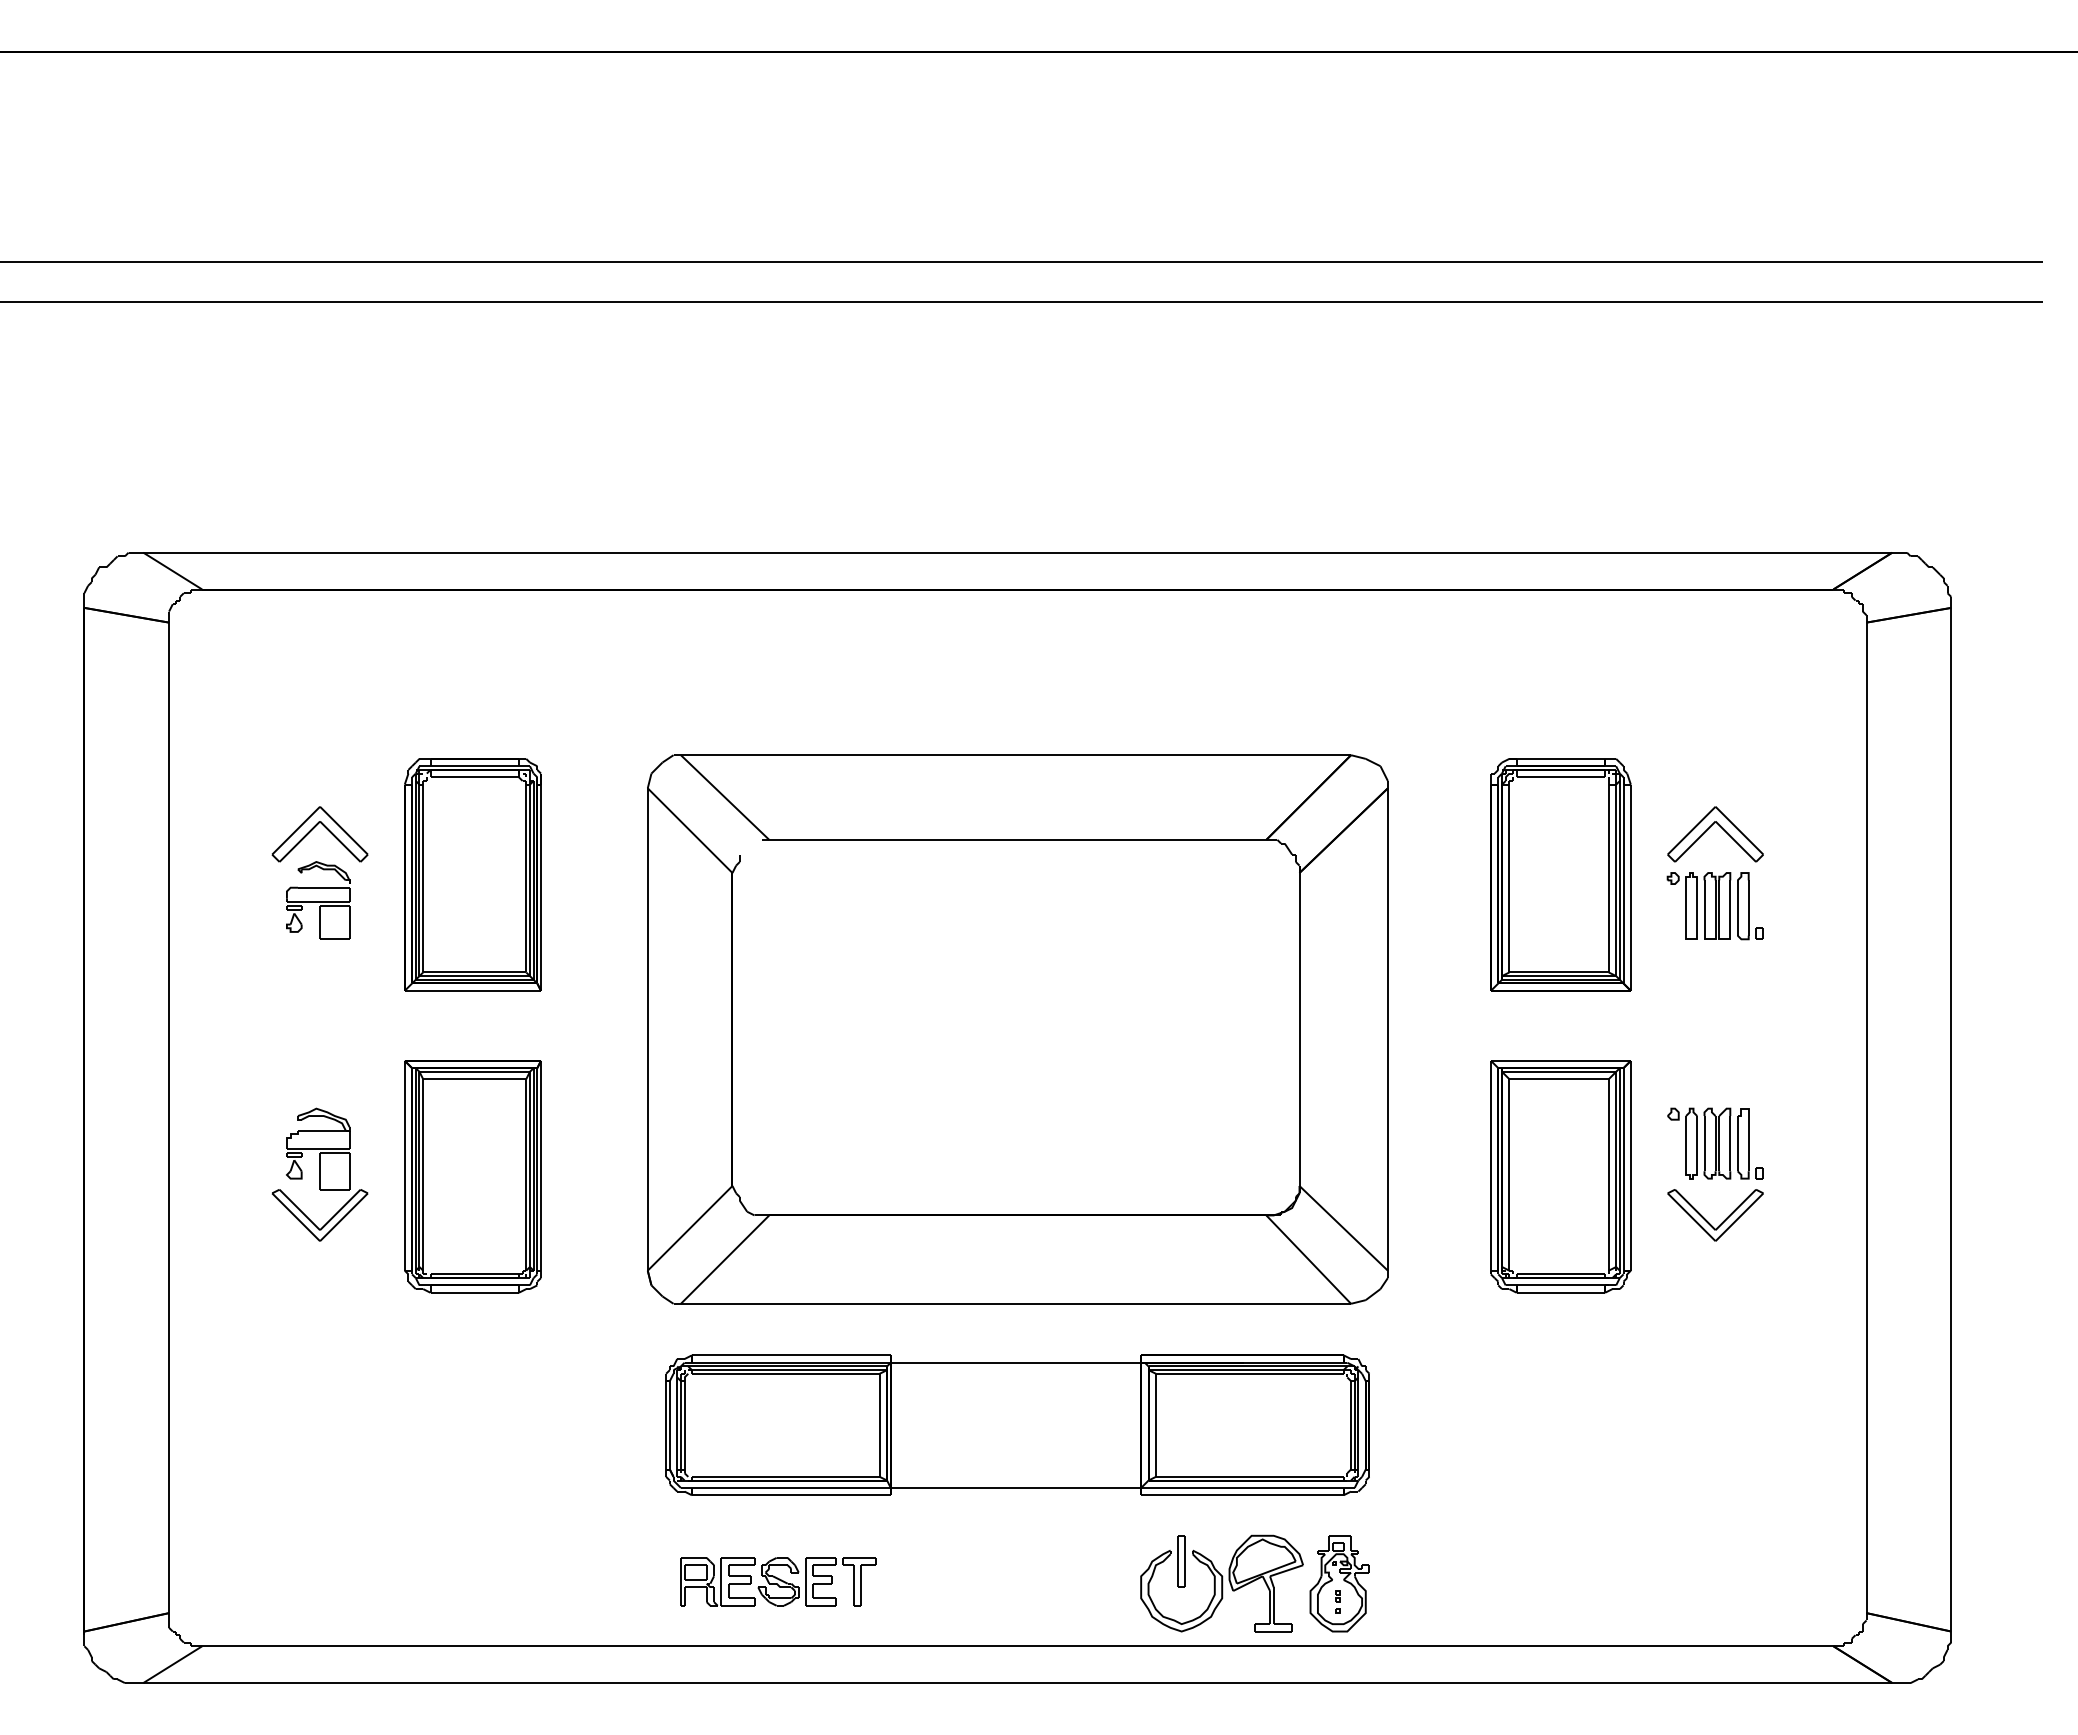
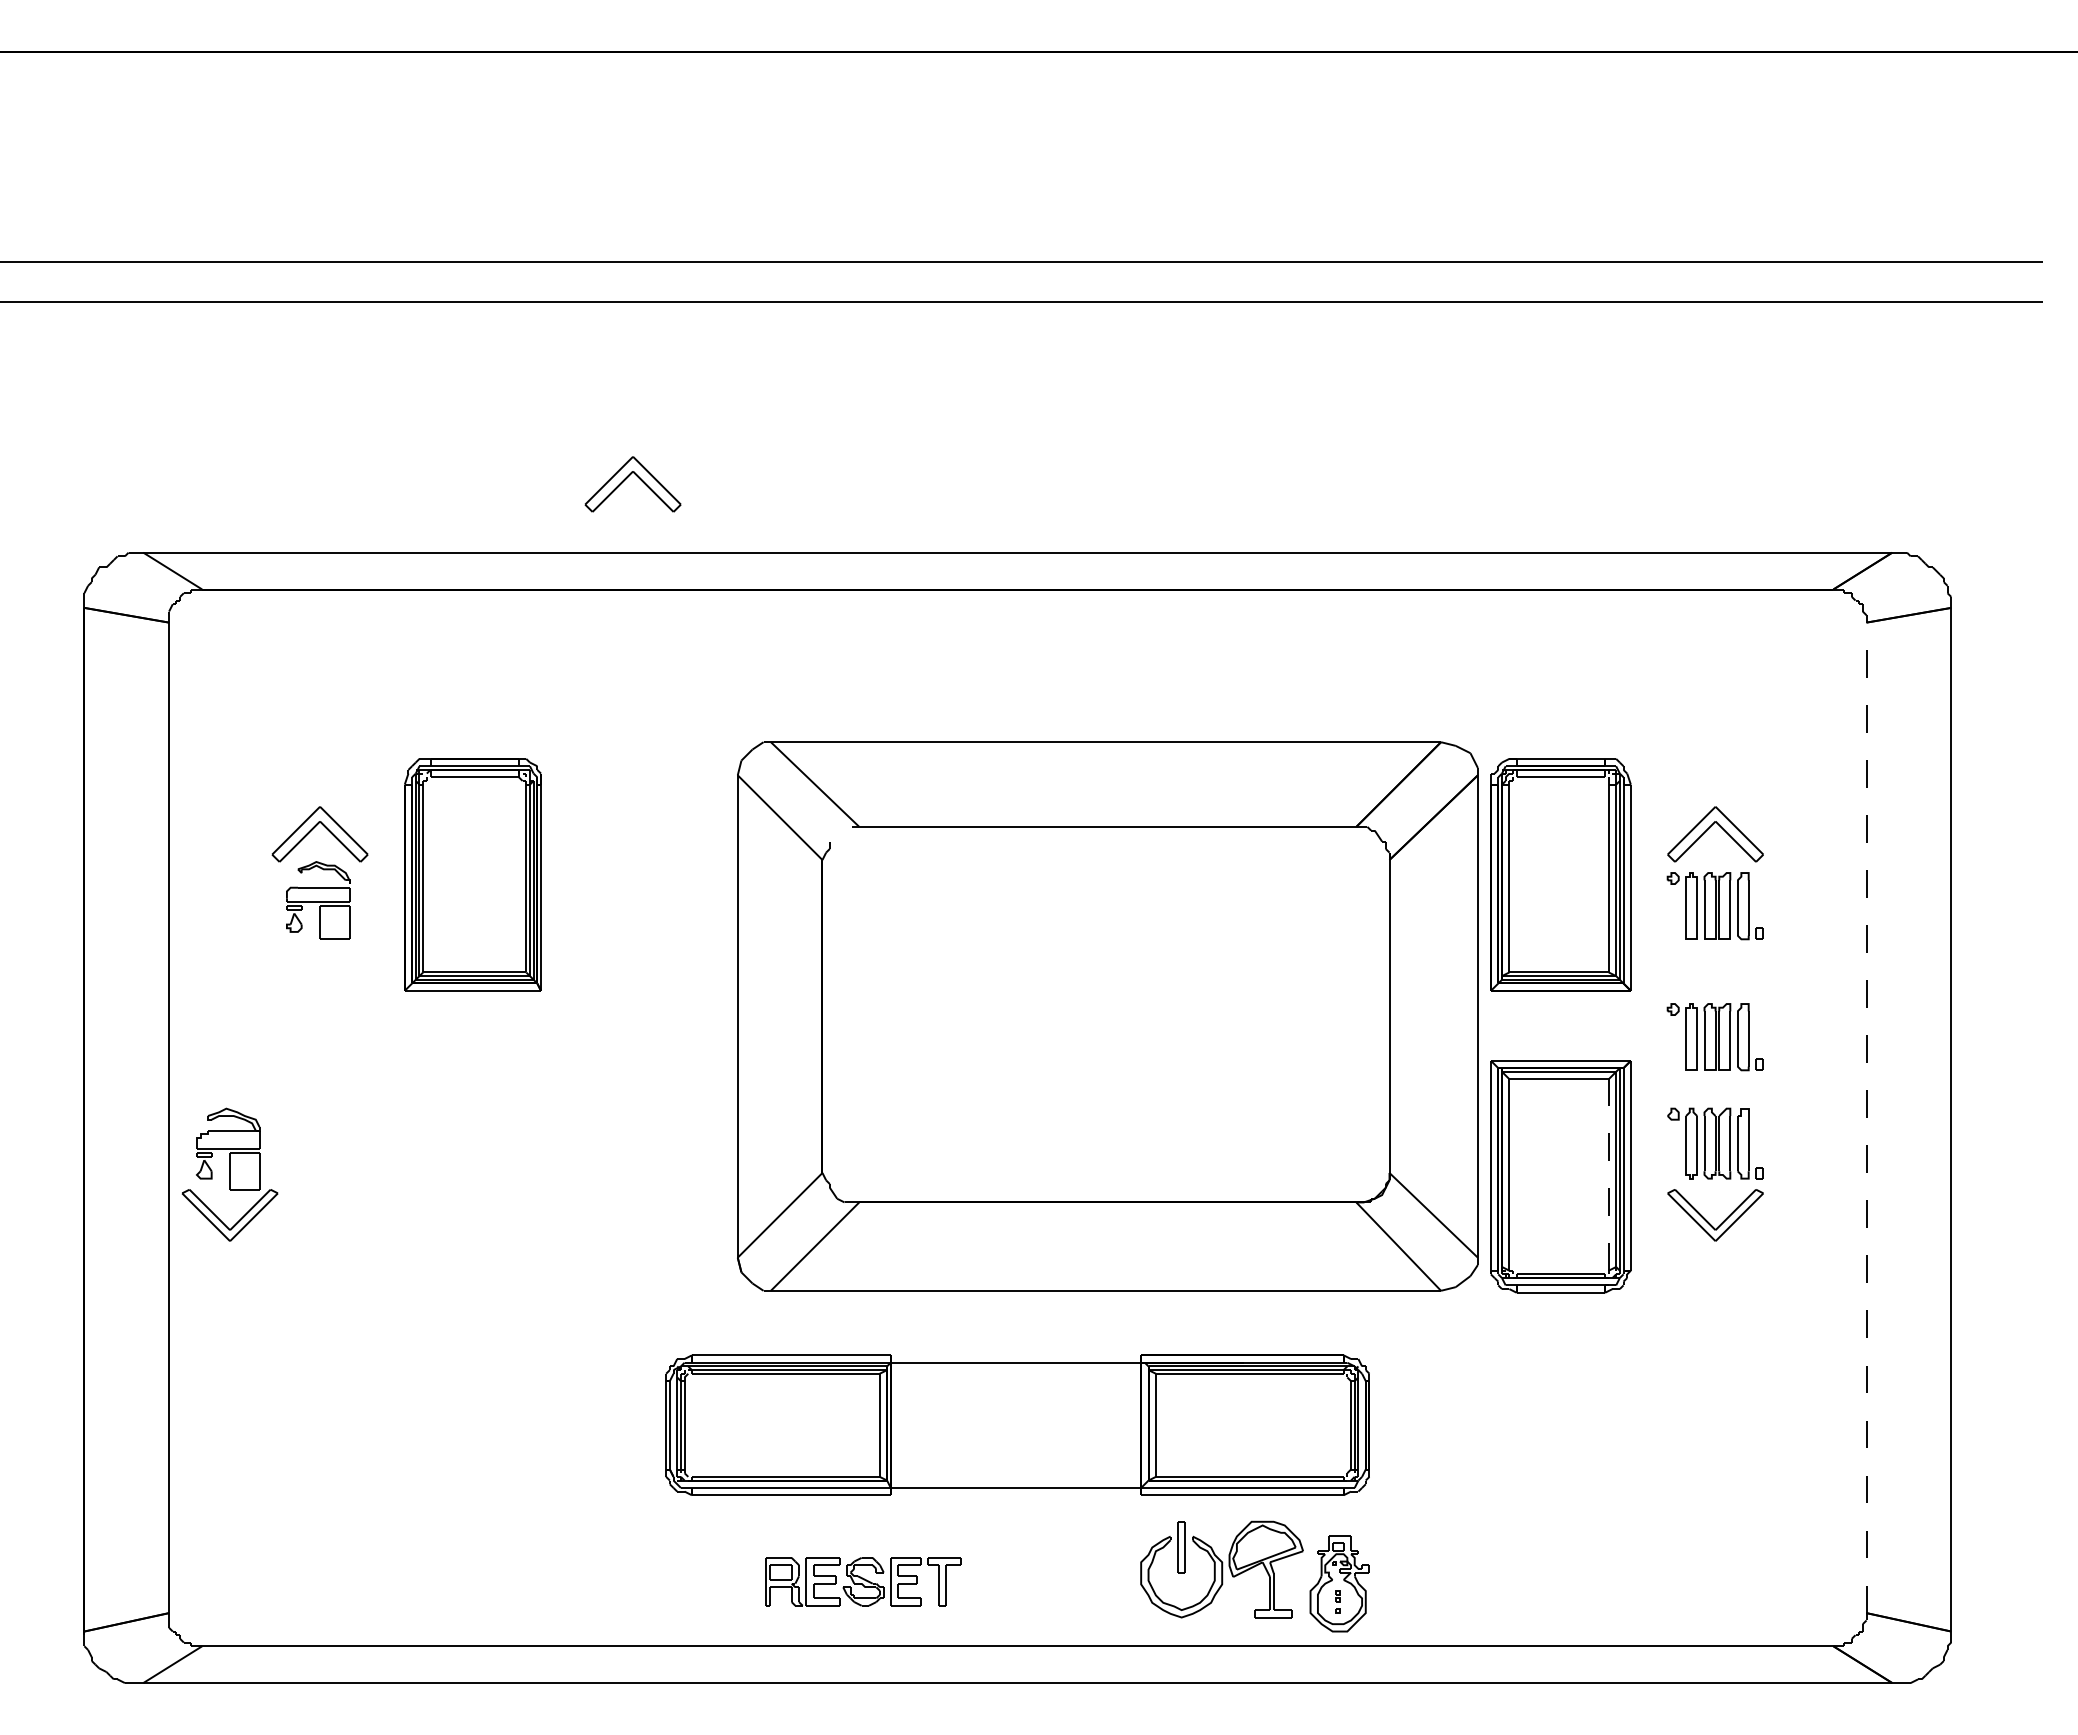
part at (627, 478): none -> present
part at (1017, 1029) position: (1017, 1029) -> (1107, 1016)
part at (1714, 1037): none -> present
line at (1866, 1117): solid -> dashed
part at (319, 1174) position: (319, 1174) -> (229, 1174)
line at (1608, 1174): solid -> dashed
part at (472, 1176): present -> none
part at (778, 1581) position: (778, 1581) -> (863, 1581)
part at (1221, 1583) position: (1221, 1583) -> (1221, 1569)
